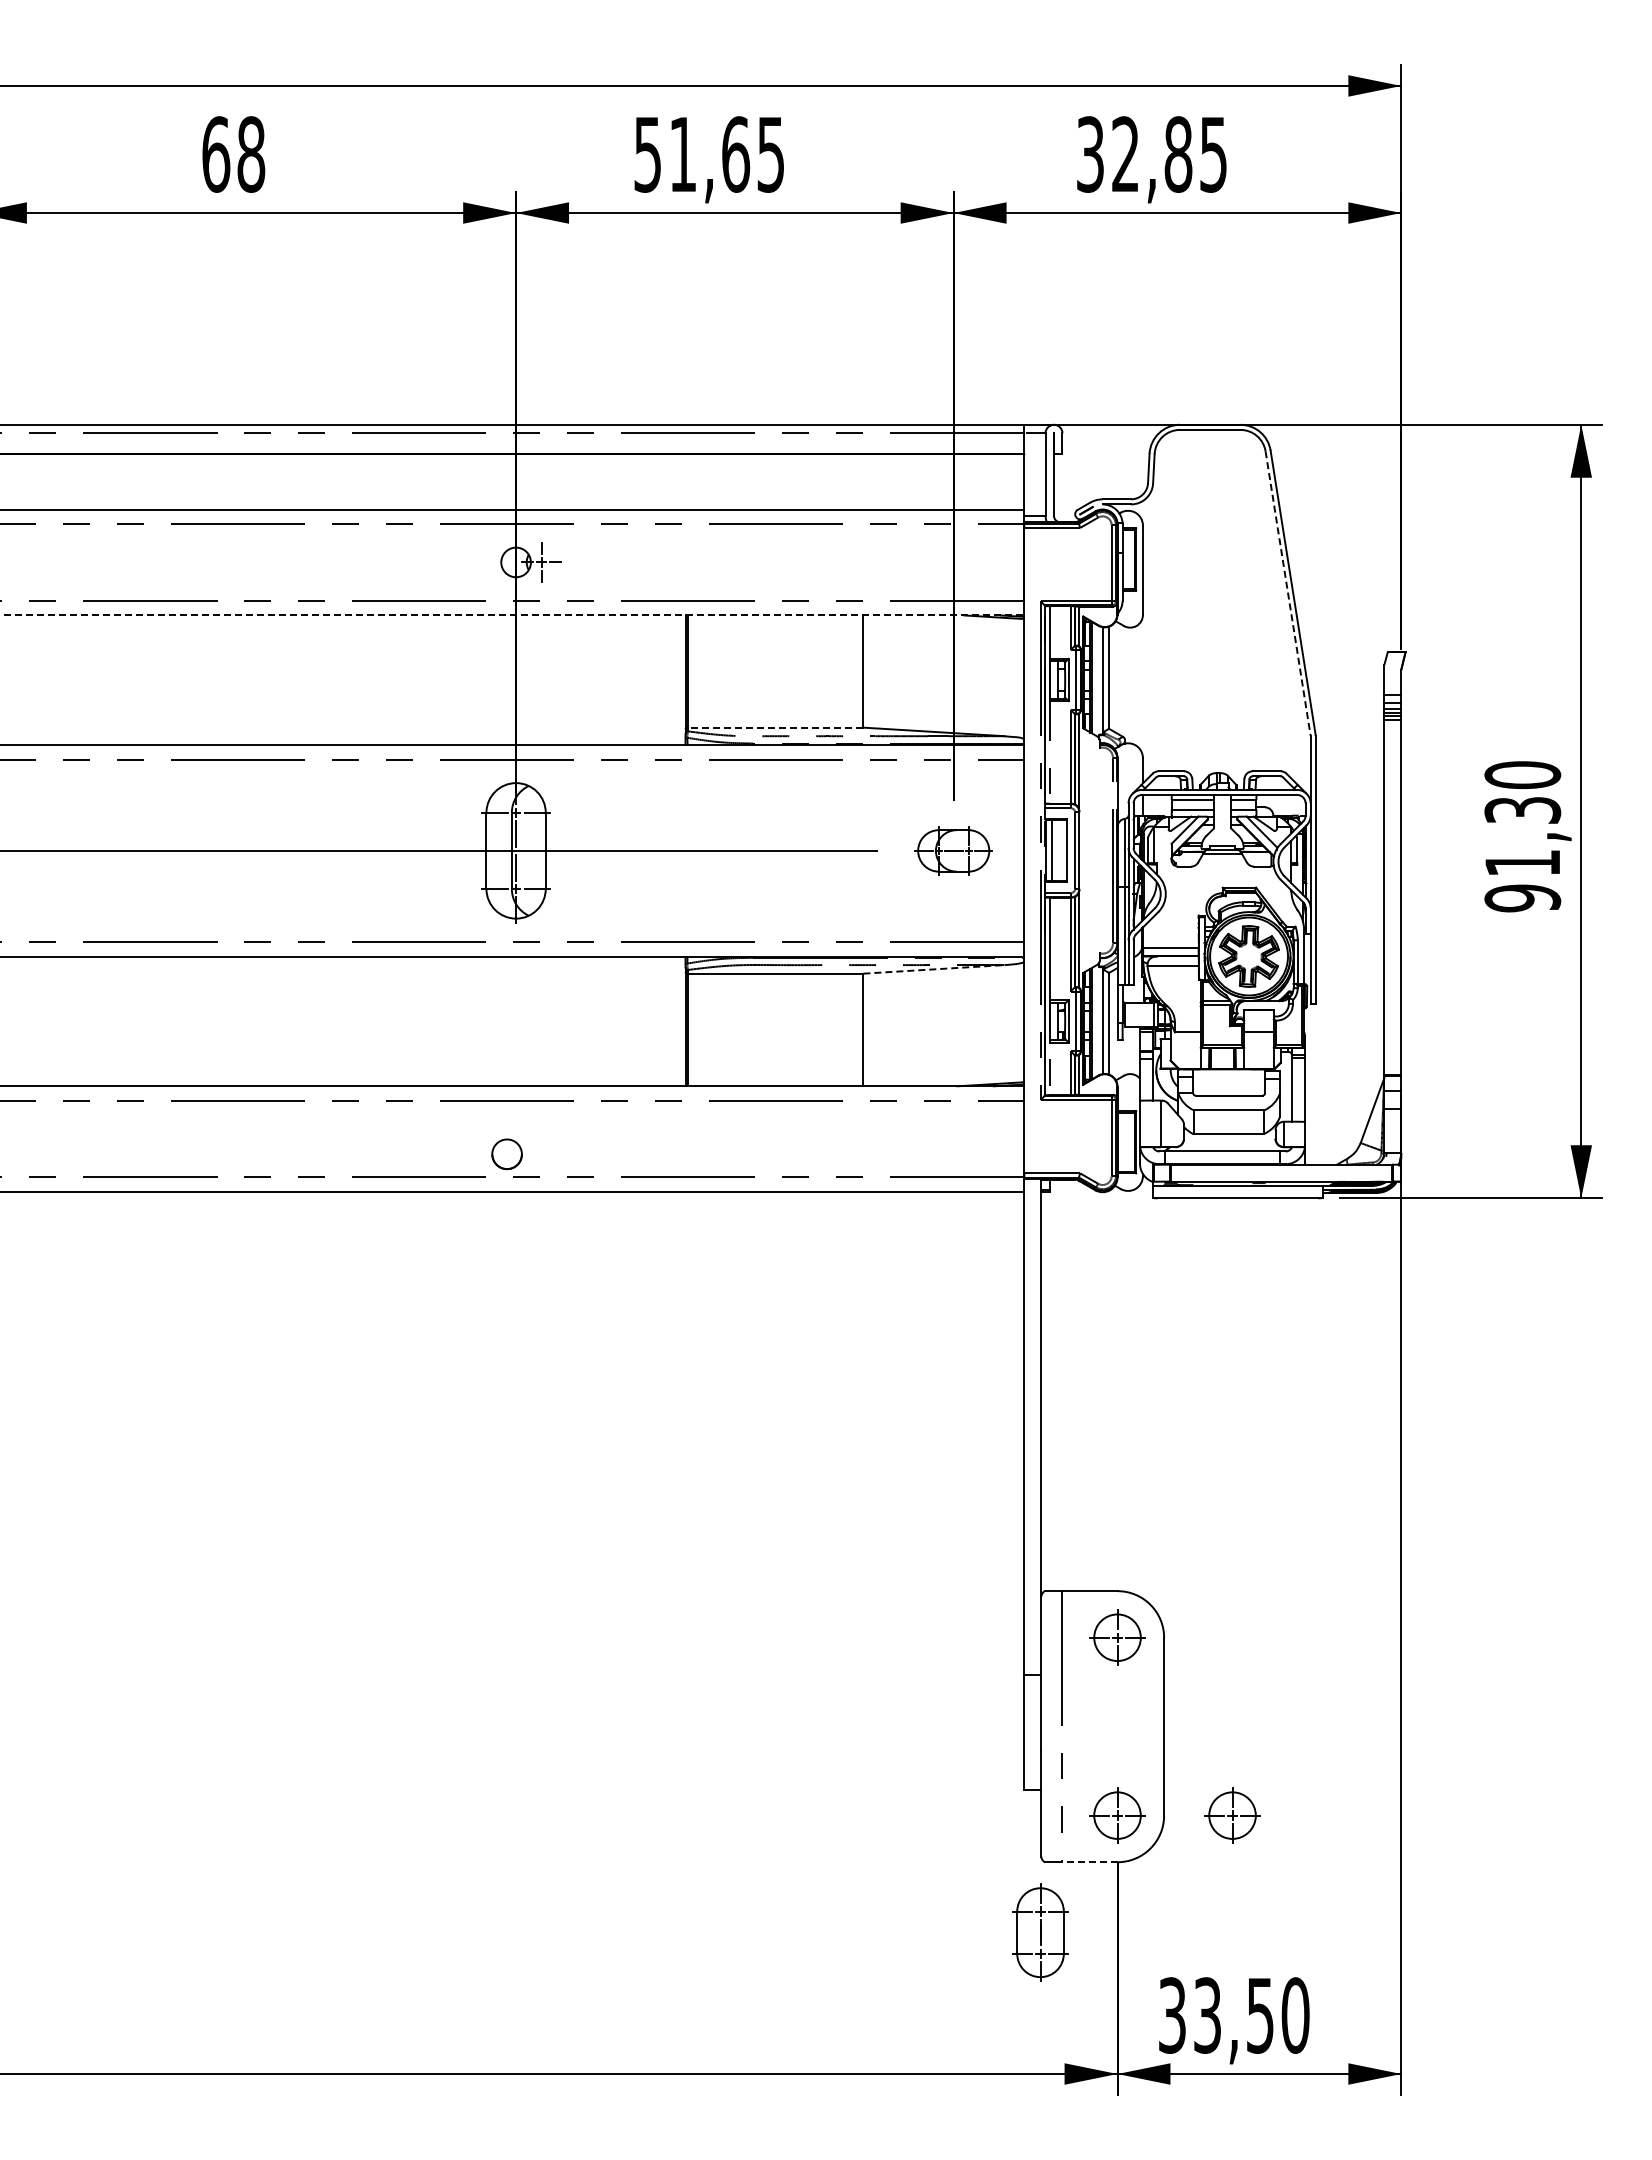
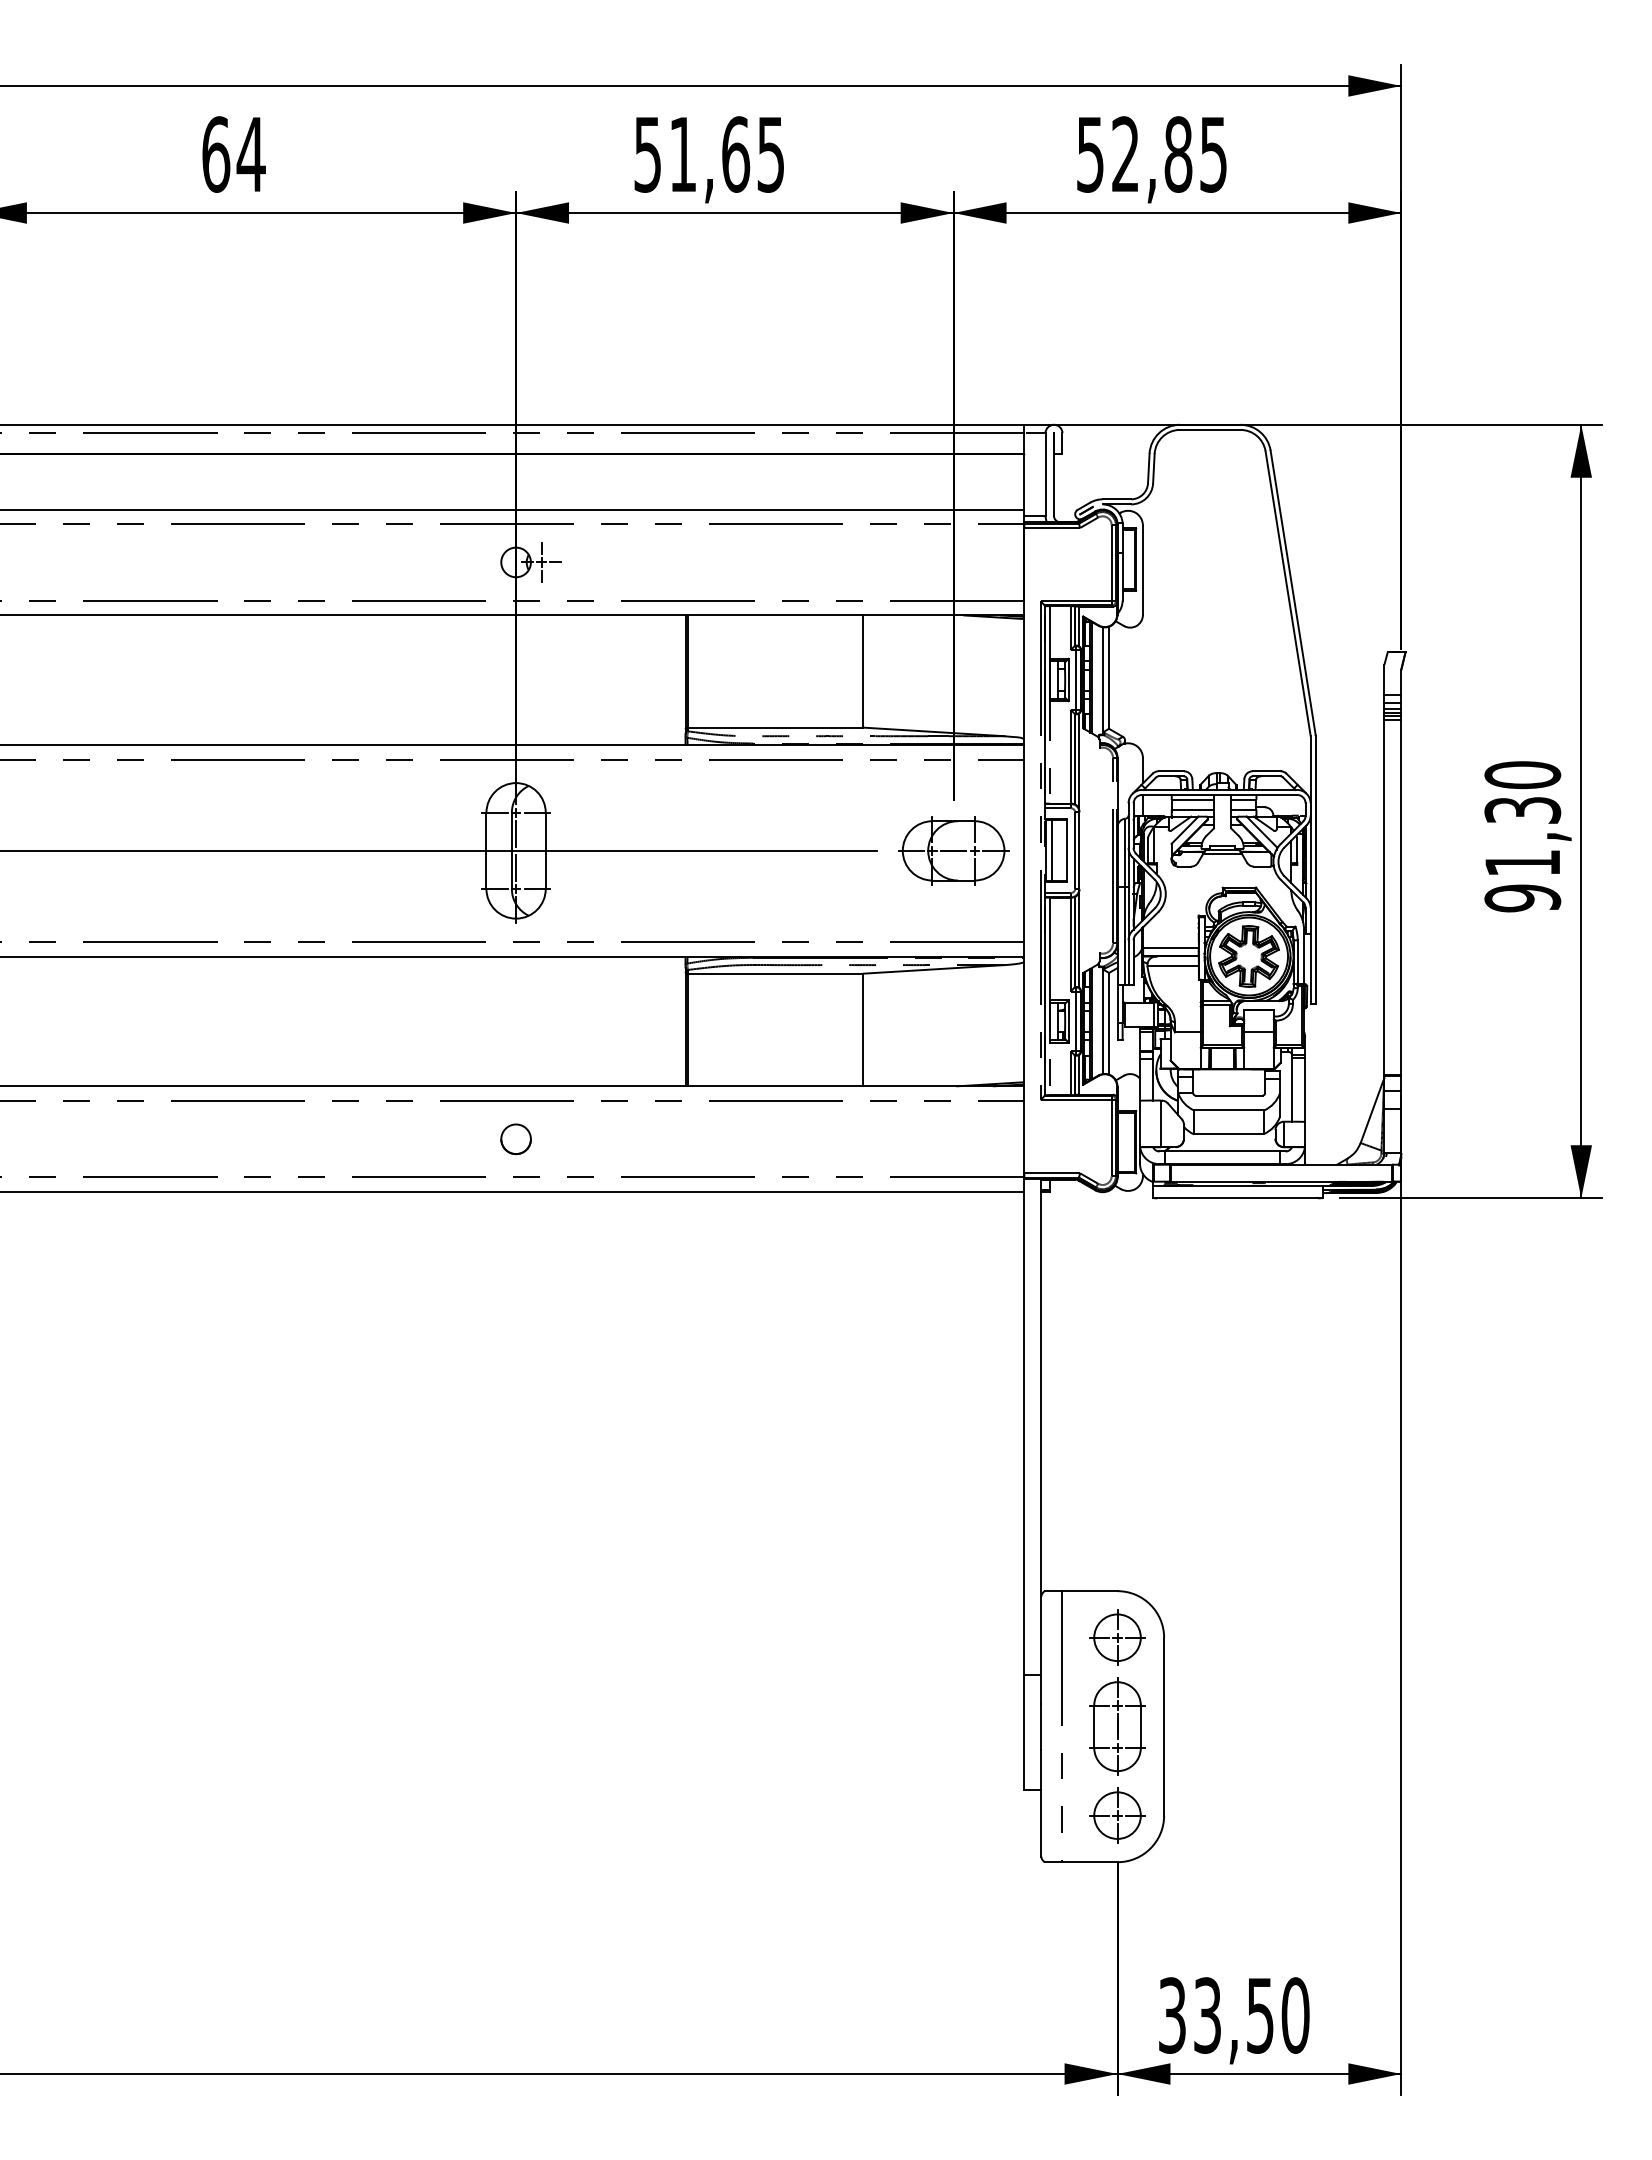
text at (250, 154): 68 -> 64
text at (1090, 154): 32,85 -> 52,85
line at (1288, 593): dashed -> solid
line at (512, 615): dashed -> solid
line at (775, 727): dashed -> solid
part at (953, 850) size: 79x50 px -> 112x70 px
line at (933, 969): dashed -> solid
part at (506, 1154) position: (506, 1154) -> (515, 1139)
part at (1232, 1815): present -> none
line at (1090, 1862): dashed -> solid
part at (1040, 1932) position: (1040, 1932) -> (1117, 1726)
